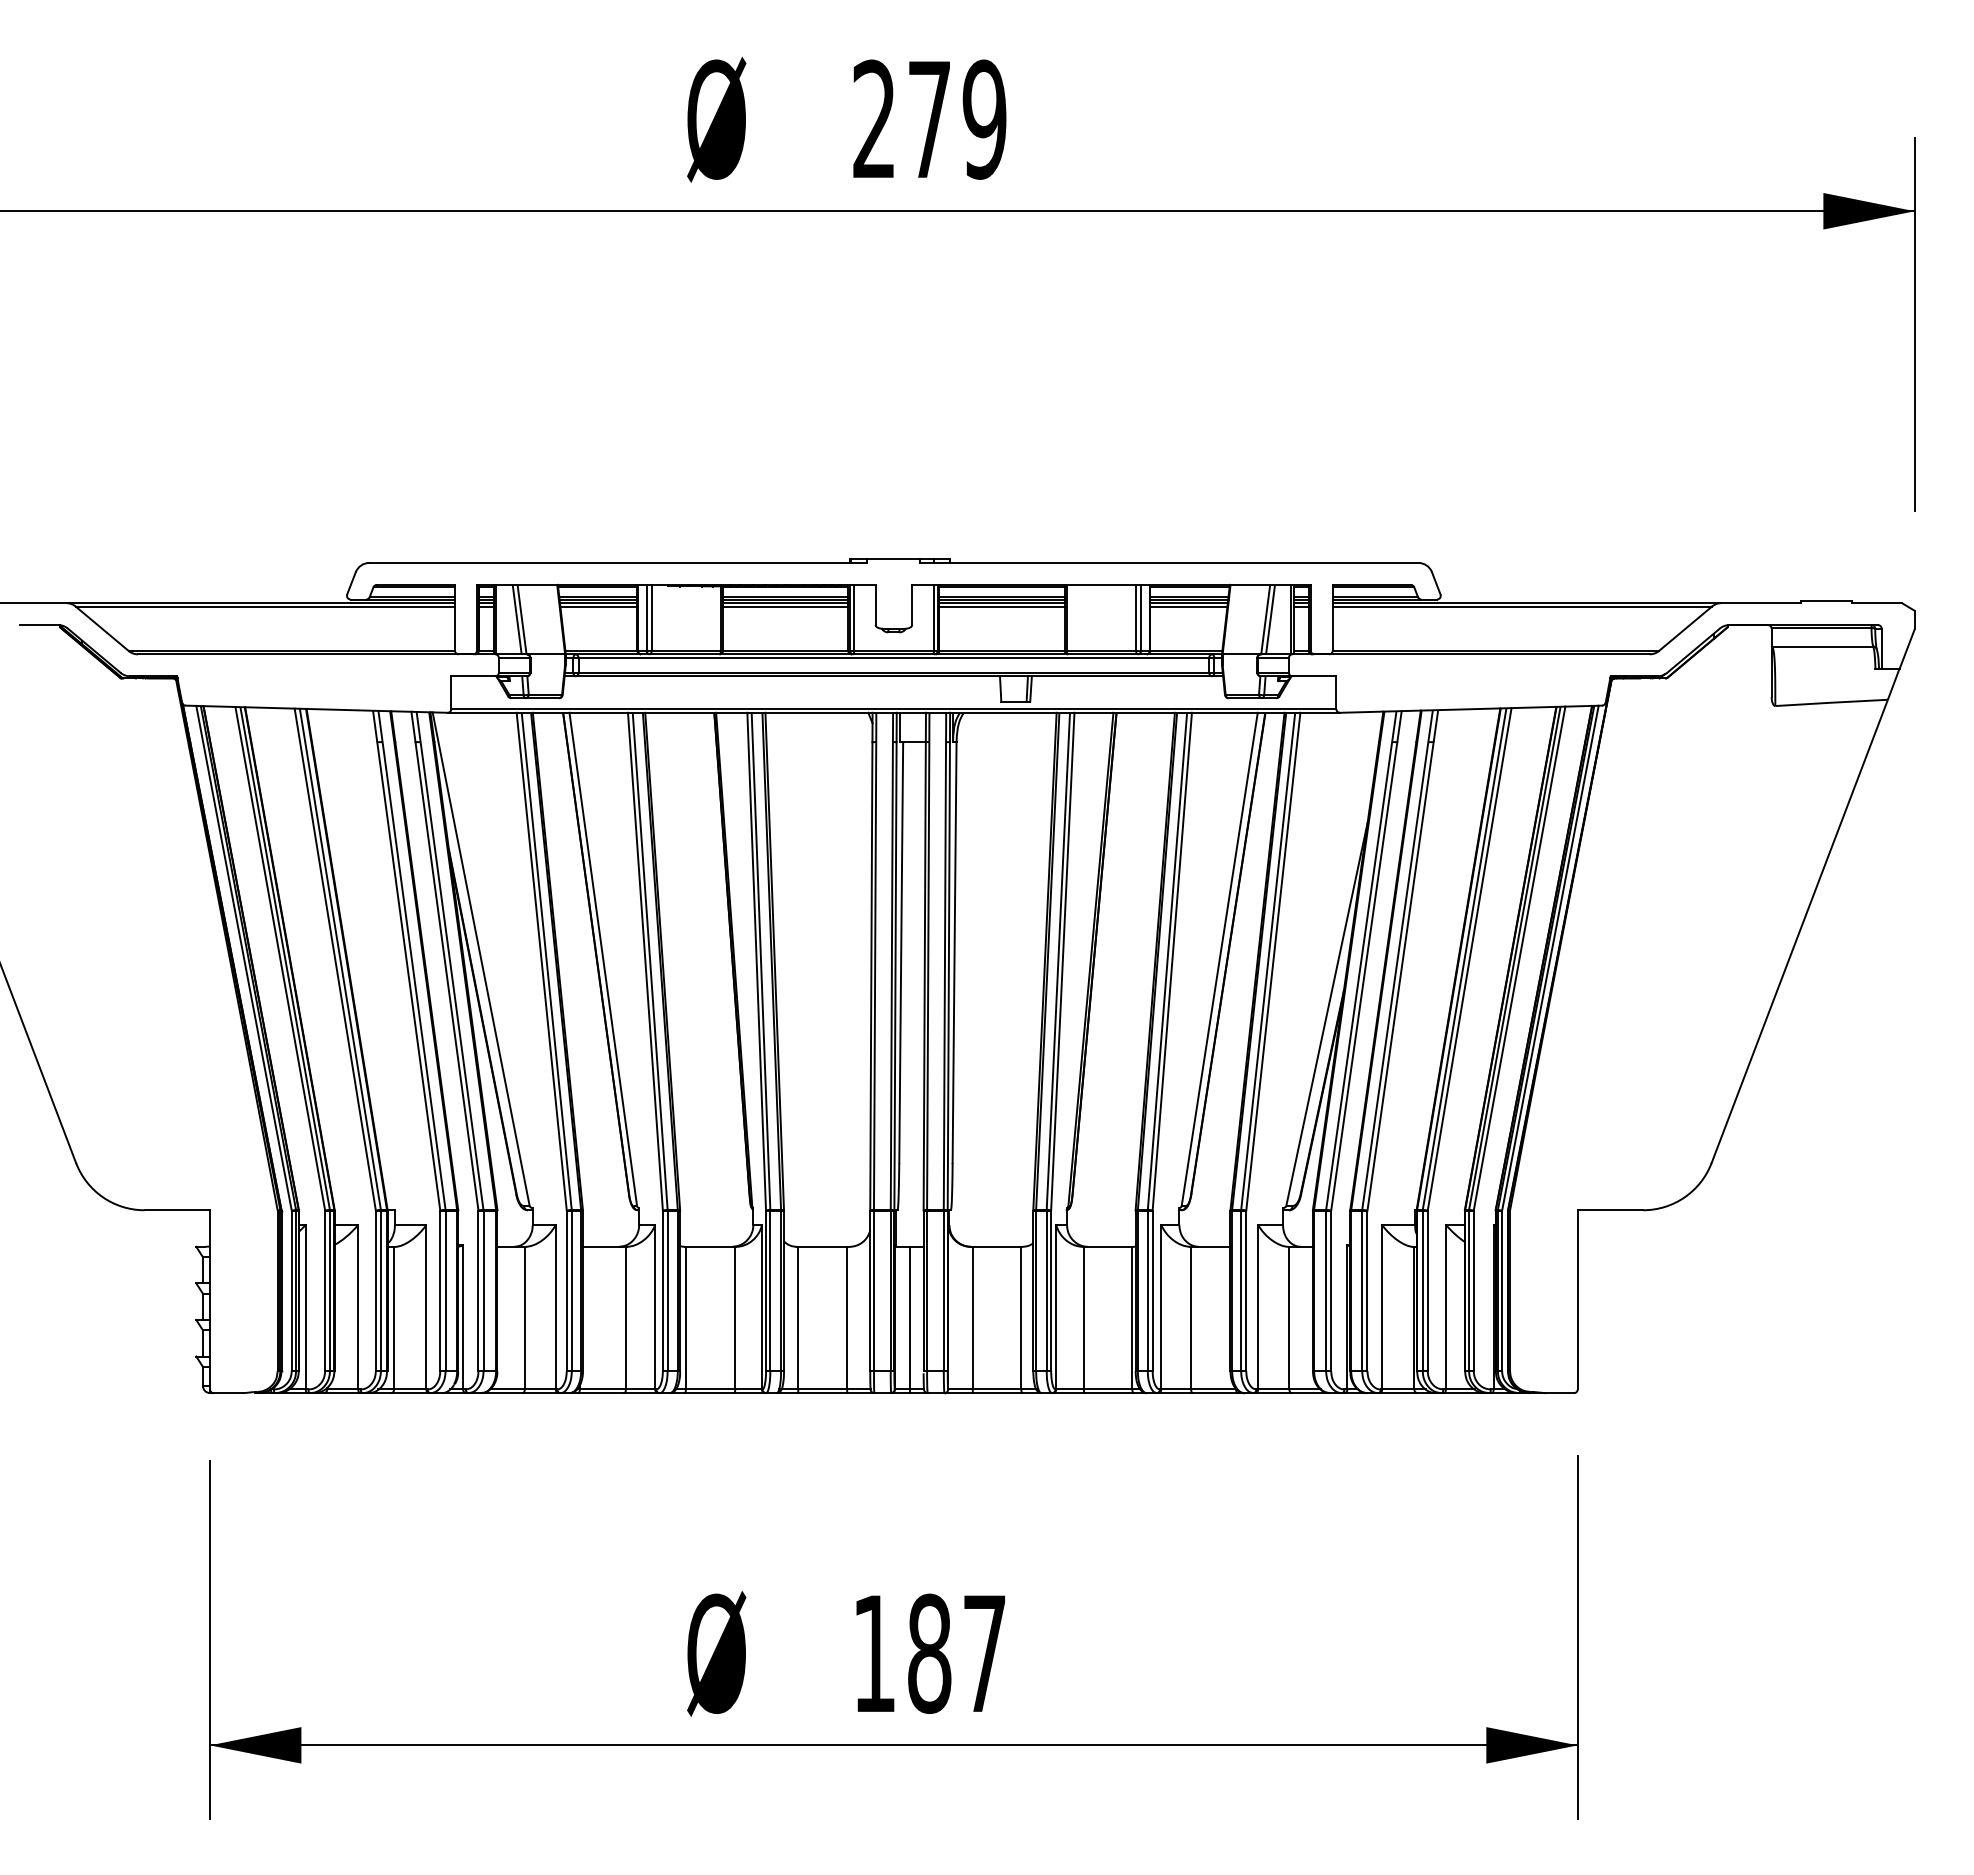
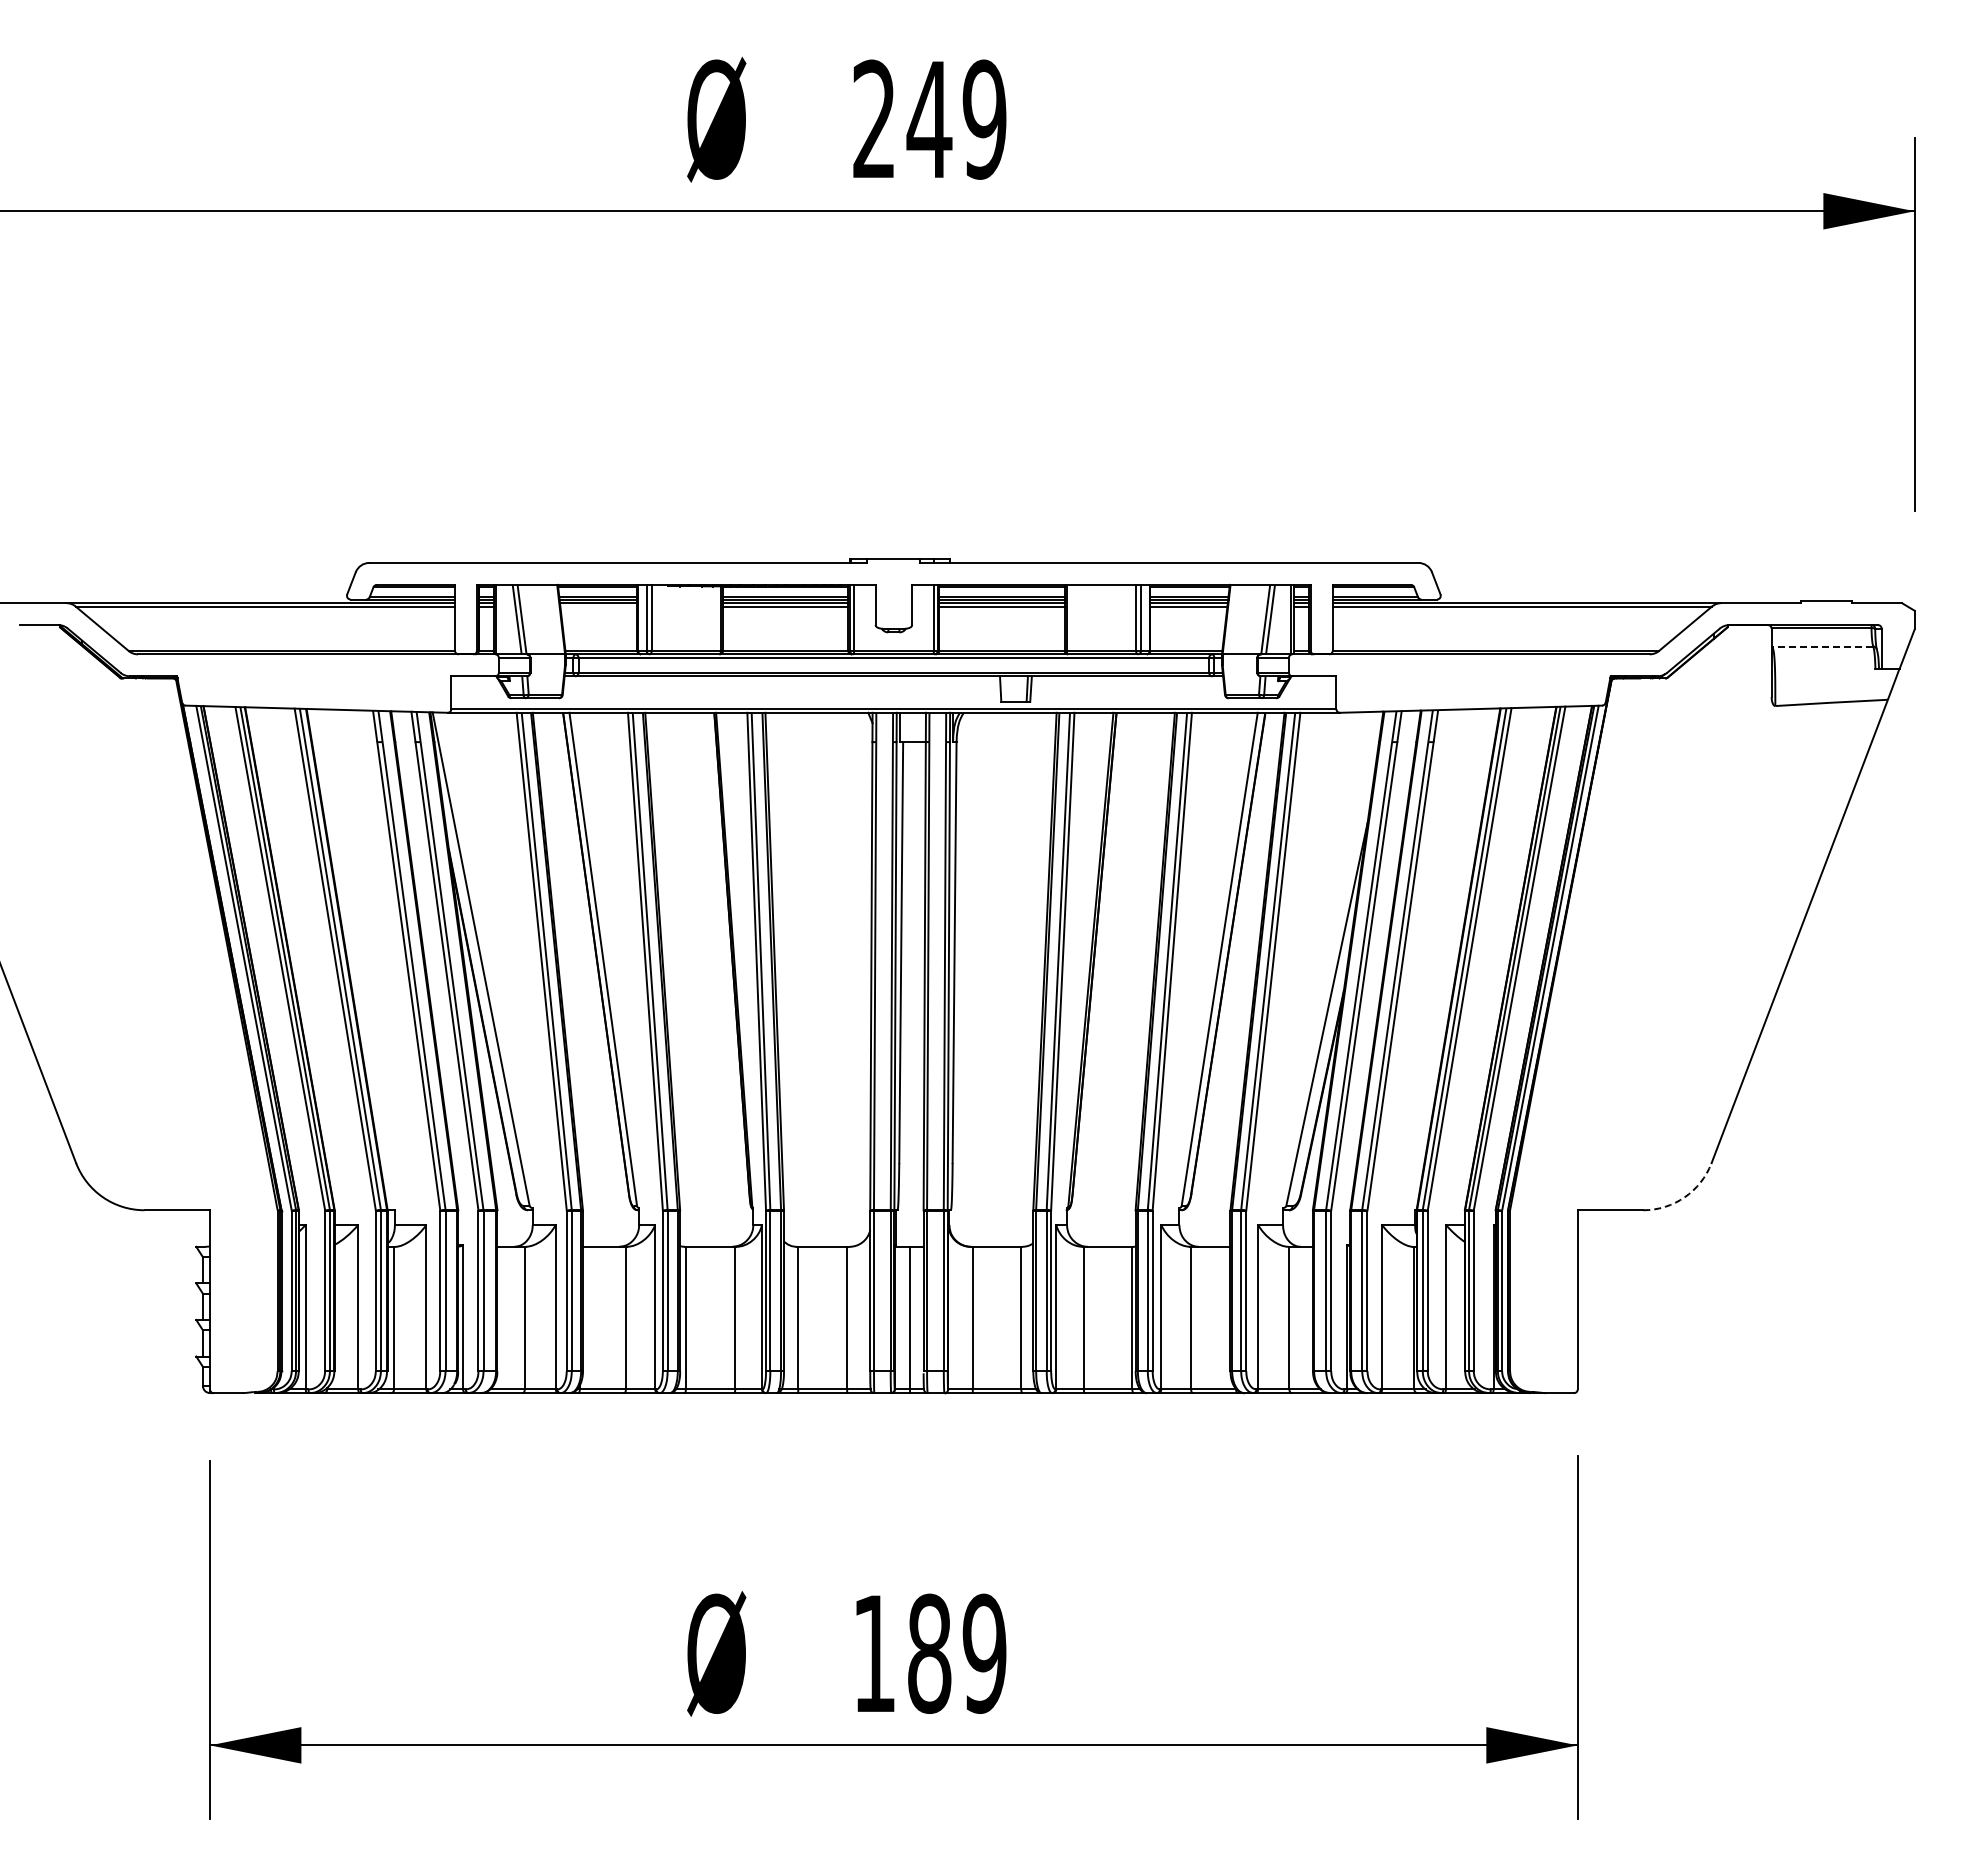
text at (929, 119): 279 -> 249
line at (598, 606): present -> none
line at (1822, 646): solid -> dashed
arc at (1684, 1197): solid -> dashed
text at (984, 1653): 187 -> 189
